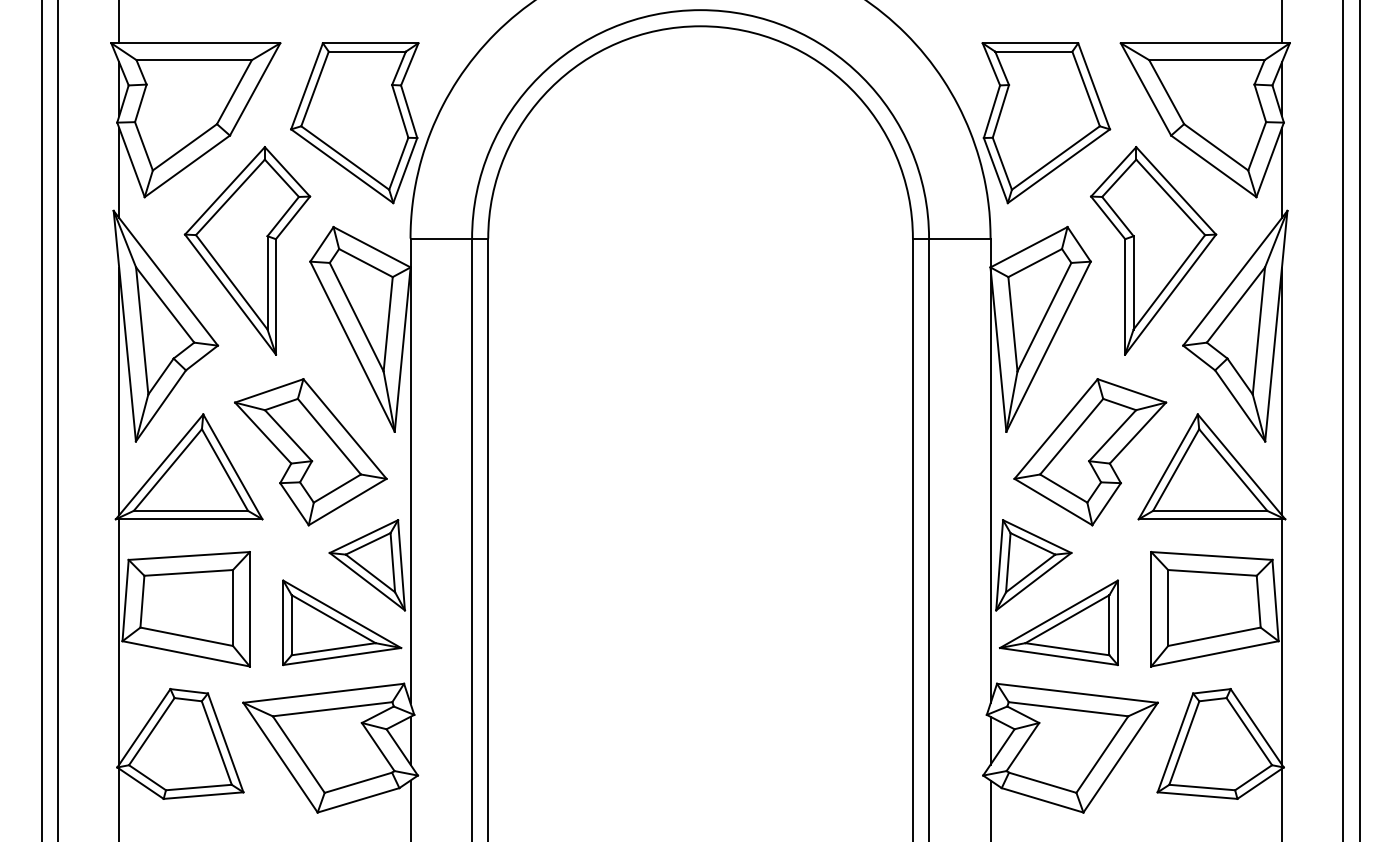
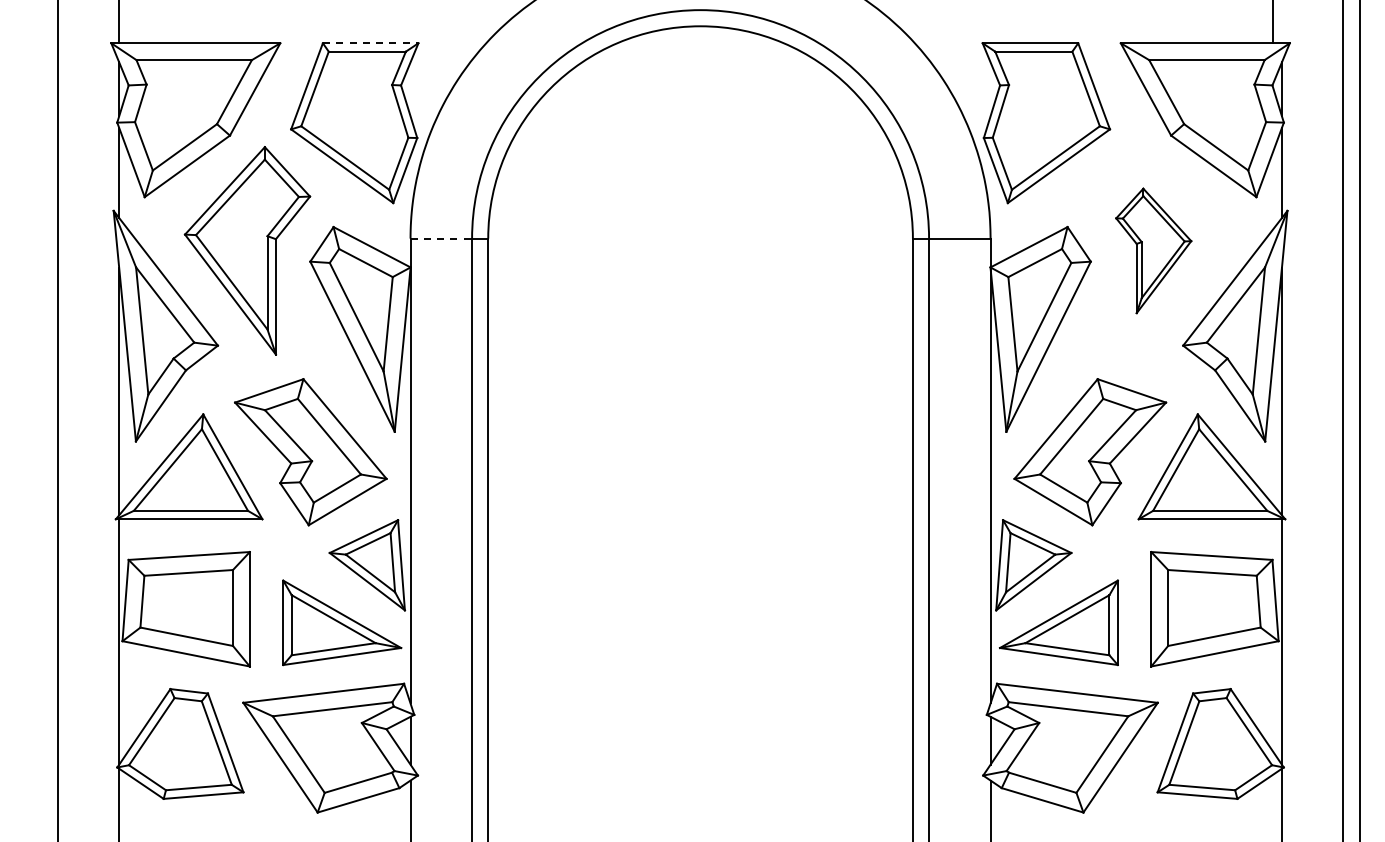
line at (1281, 22) position: (1281, 22) -> (1272, 22)
line at (370, 43): solid -> dashed
line at (441, 238): solid -> dashed
part at (1153, 250) size: 128x210 px -> 78x128 px
line at (41, 420): present -> none
